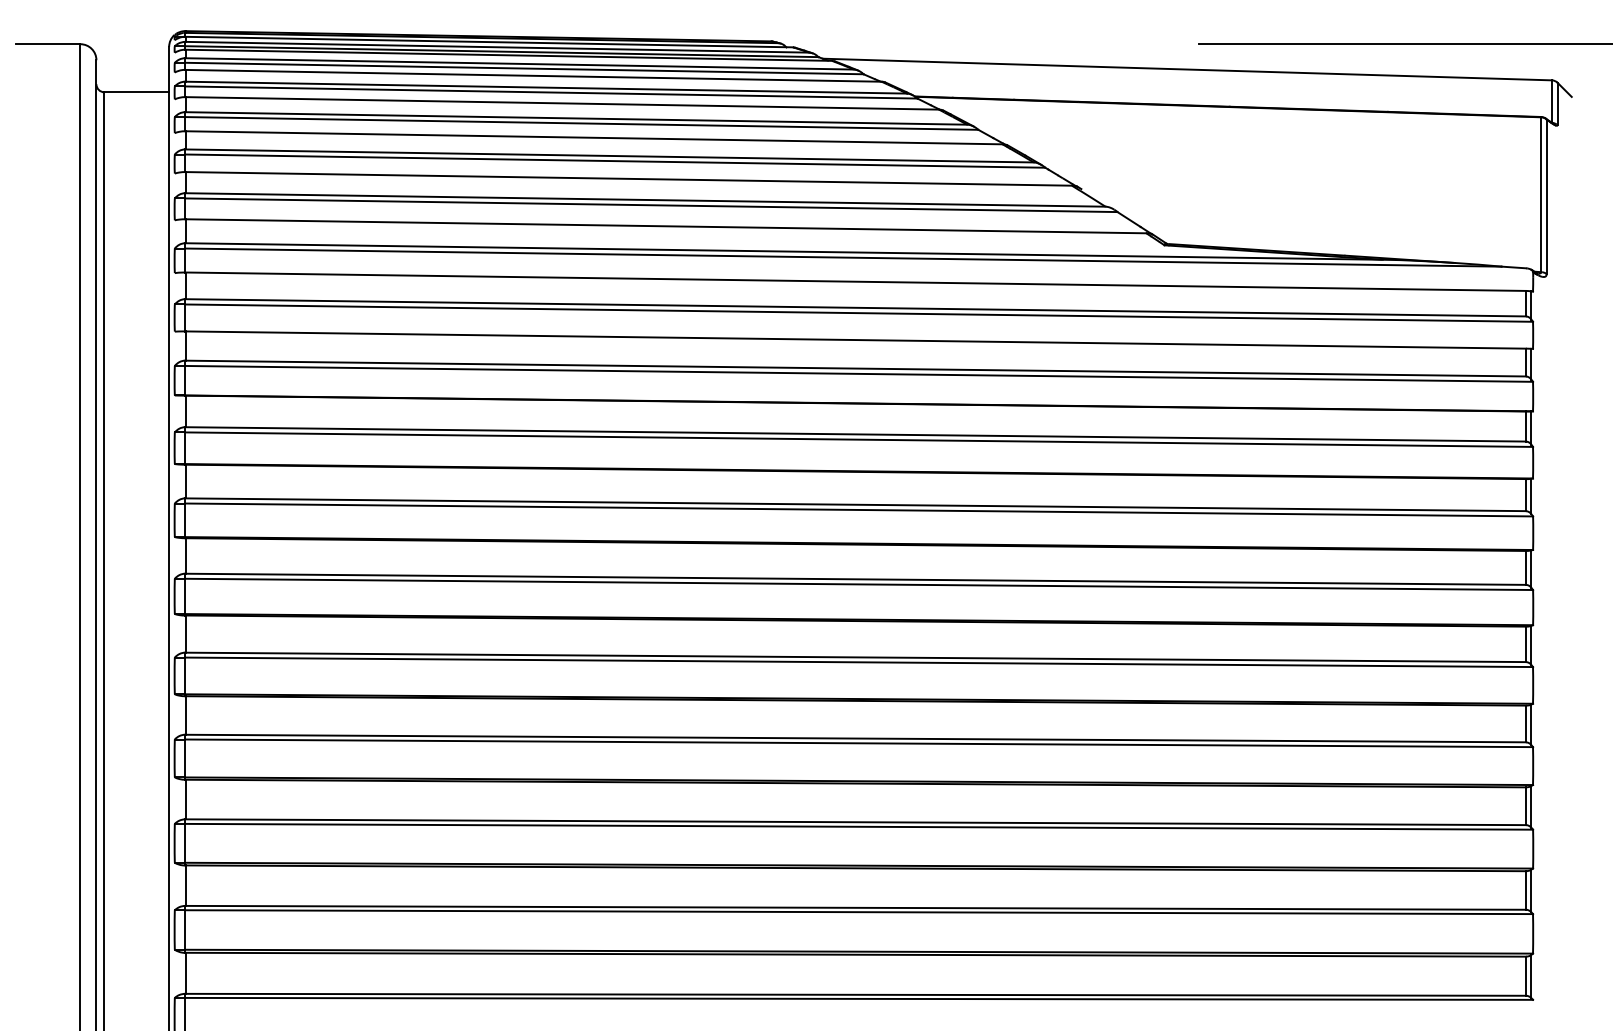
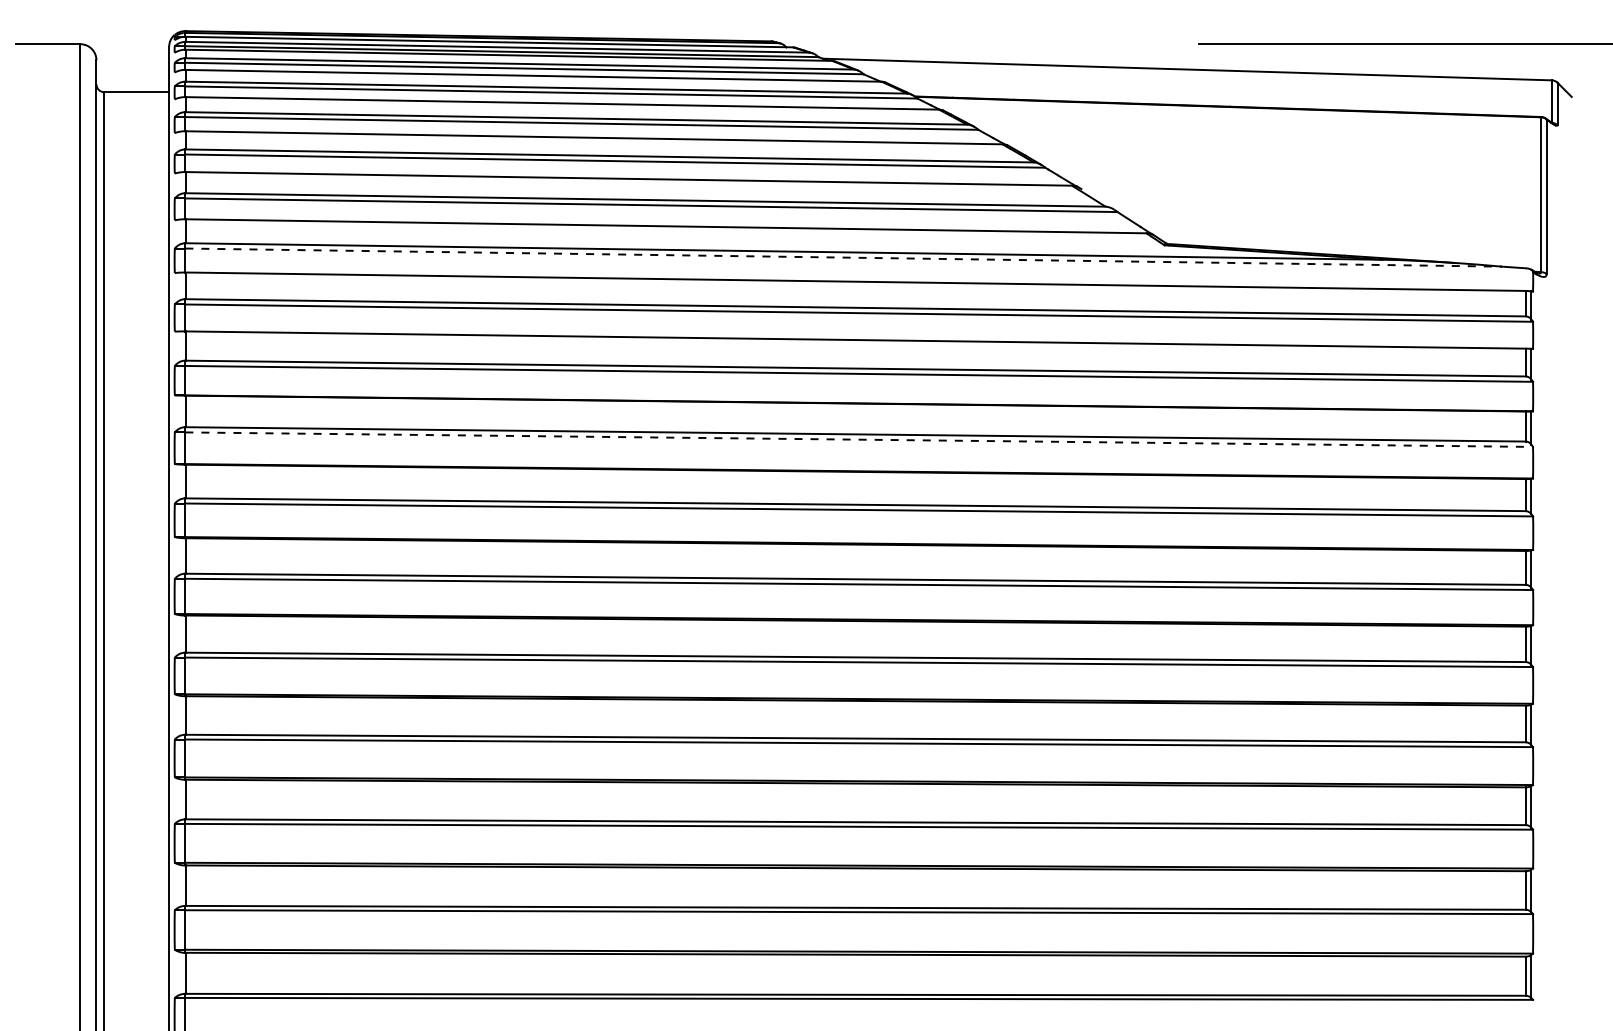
line at (844, 257): solid -> dashed
line at (859, 439): solid -> dashed
